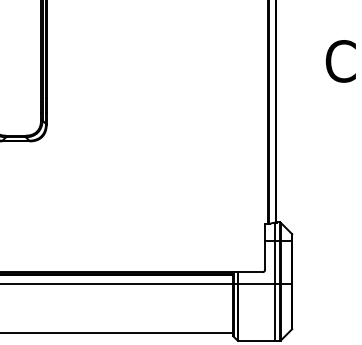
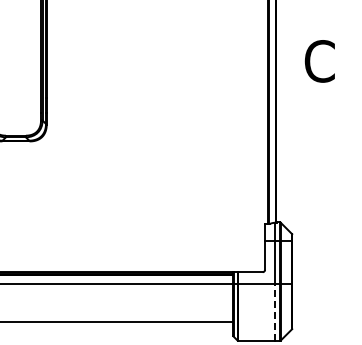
text at (340, 61) position: (340, 61) -> (319, 61)
line at (274, 311): solid -> dashed
line at (117, 332) position: (117, 332) -> (117, 321)
